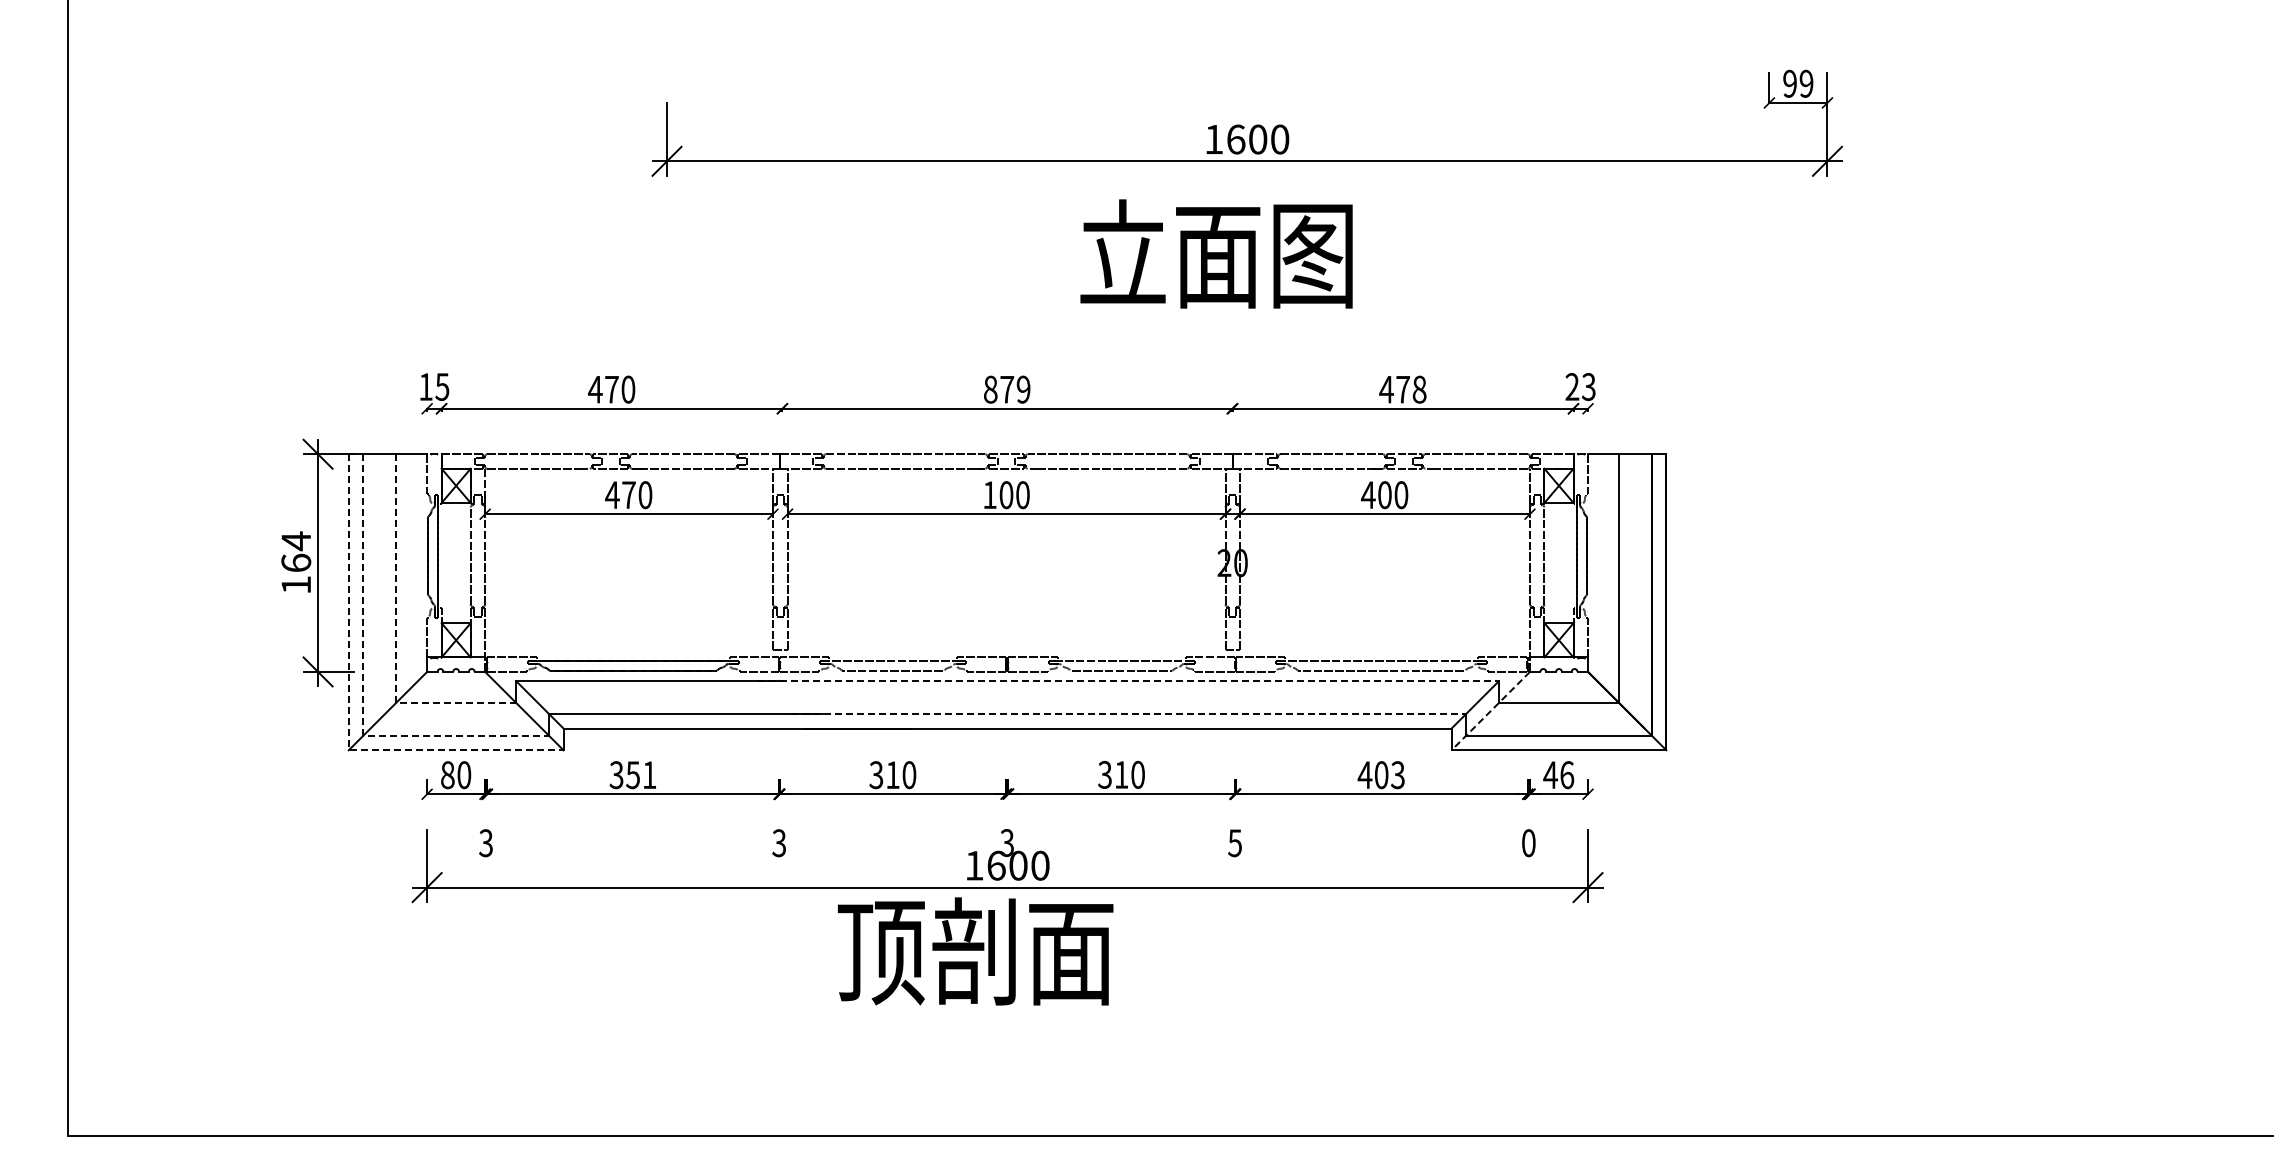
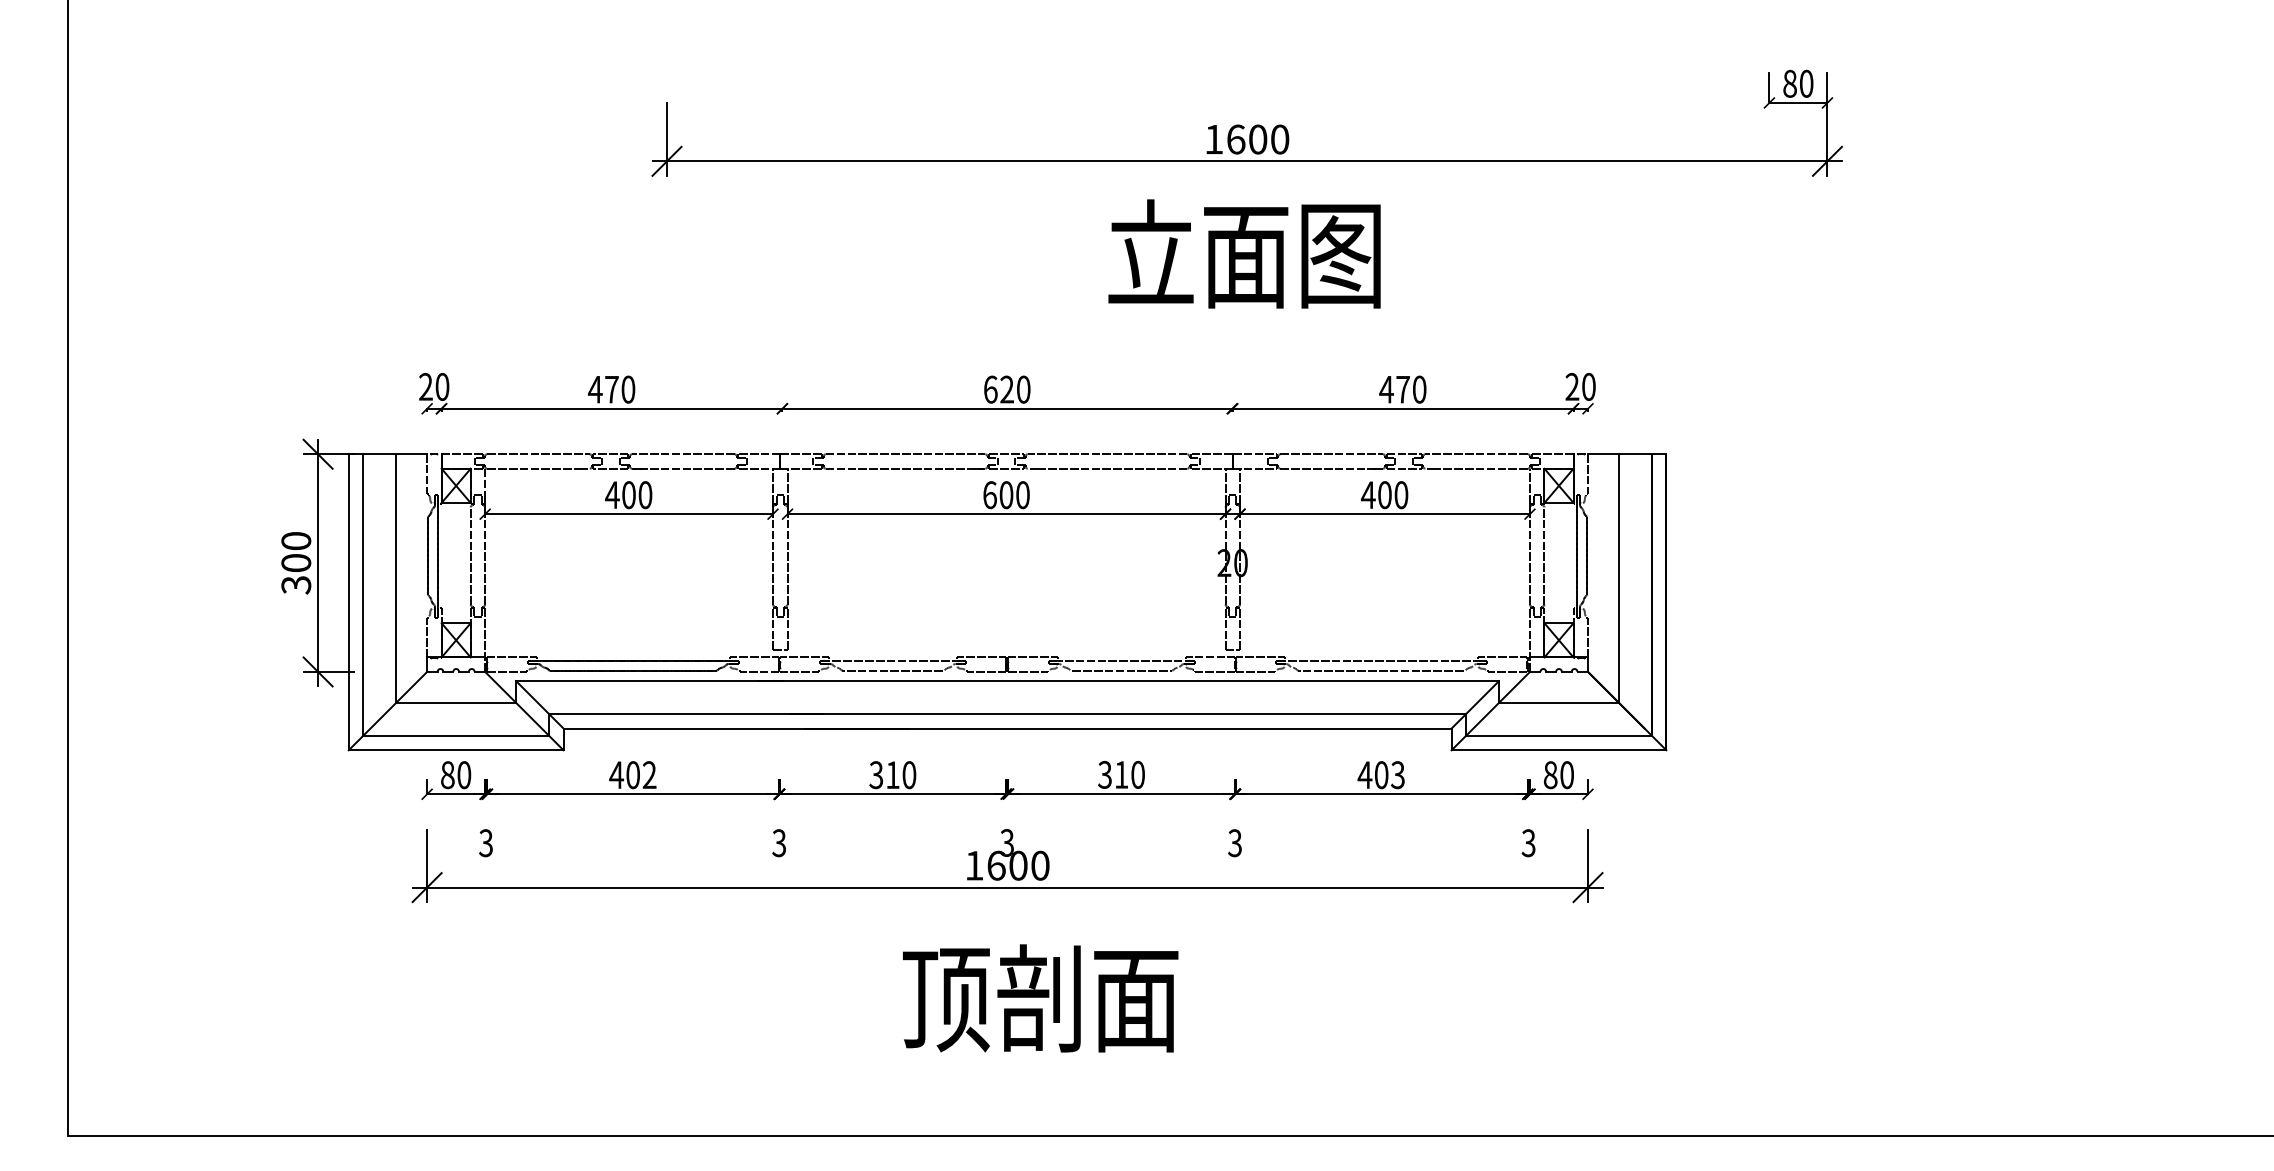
text at (1798, 83): 99 -> 80
text at (1216, 253) position: (1216, 253) -> (1244, 253)
text at (434, 386): 15 -> 20
text at (1588, 386): 23 -> 20
text at (1007, 389): 879 -> 620
text at (1419, 389): 478 -> 470
text at (628, 495): 470 -> 400
text at (989, 495): 100 -> 600
text at (296, 562): 164 -> 300
line at (395, 640): dashed -> solid
line at (1128, 681): dashed -> solid
line at (363, 688): dashed -> solid
line at (348, 710): dashed -> solid
line at (1490, 711): dashed -> solid
line at (1128, 714): dashed -> solid
text at (632, 775): 351 -> 402
text at (1558, 775): 46 -> 80
text at (1234, 842): 5 -> 3
text at (1528, 843): 0 -> 3
text at (975, 951) position: (975, 951) -> (1040, 998)
